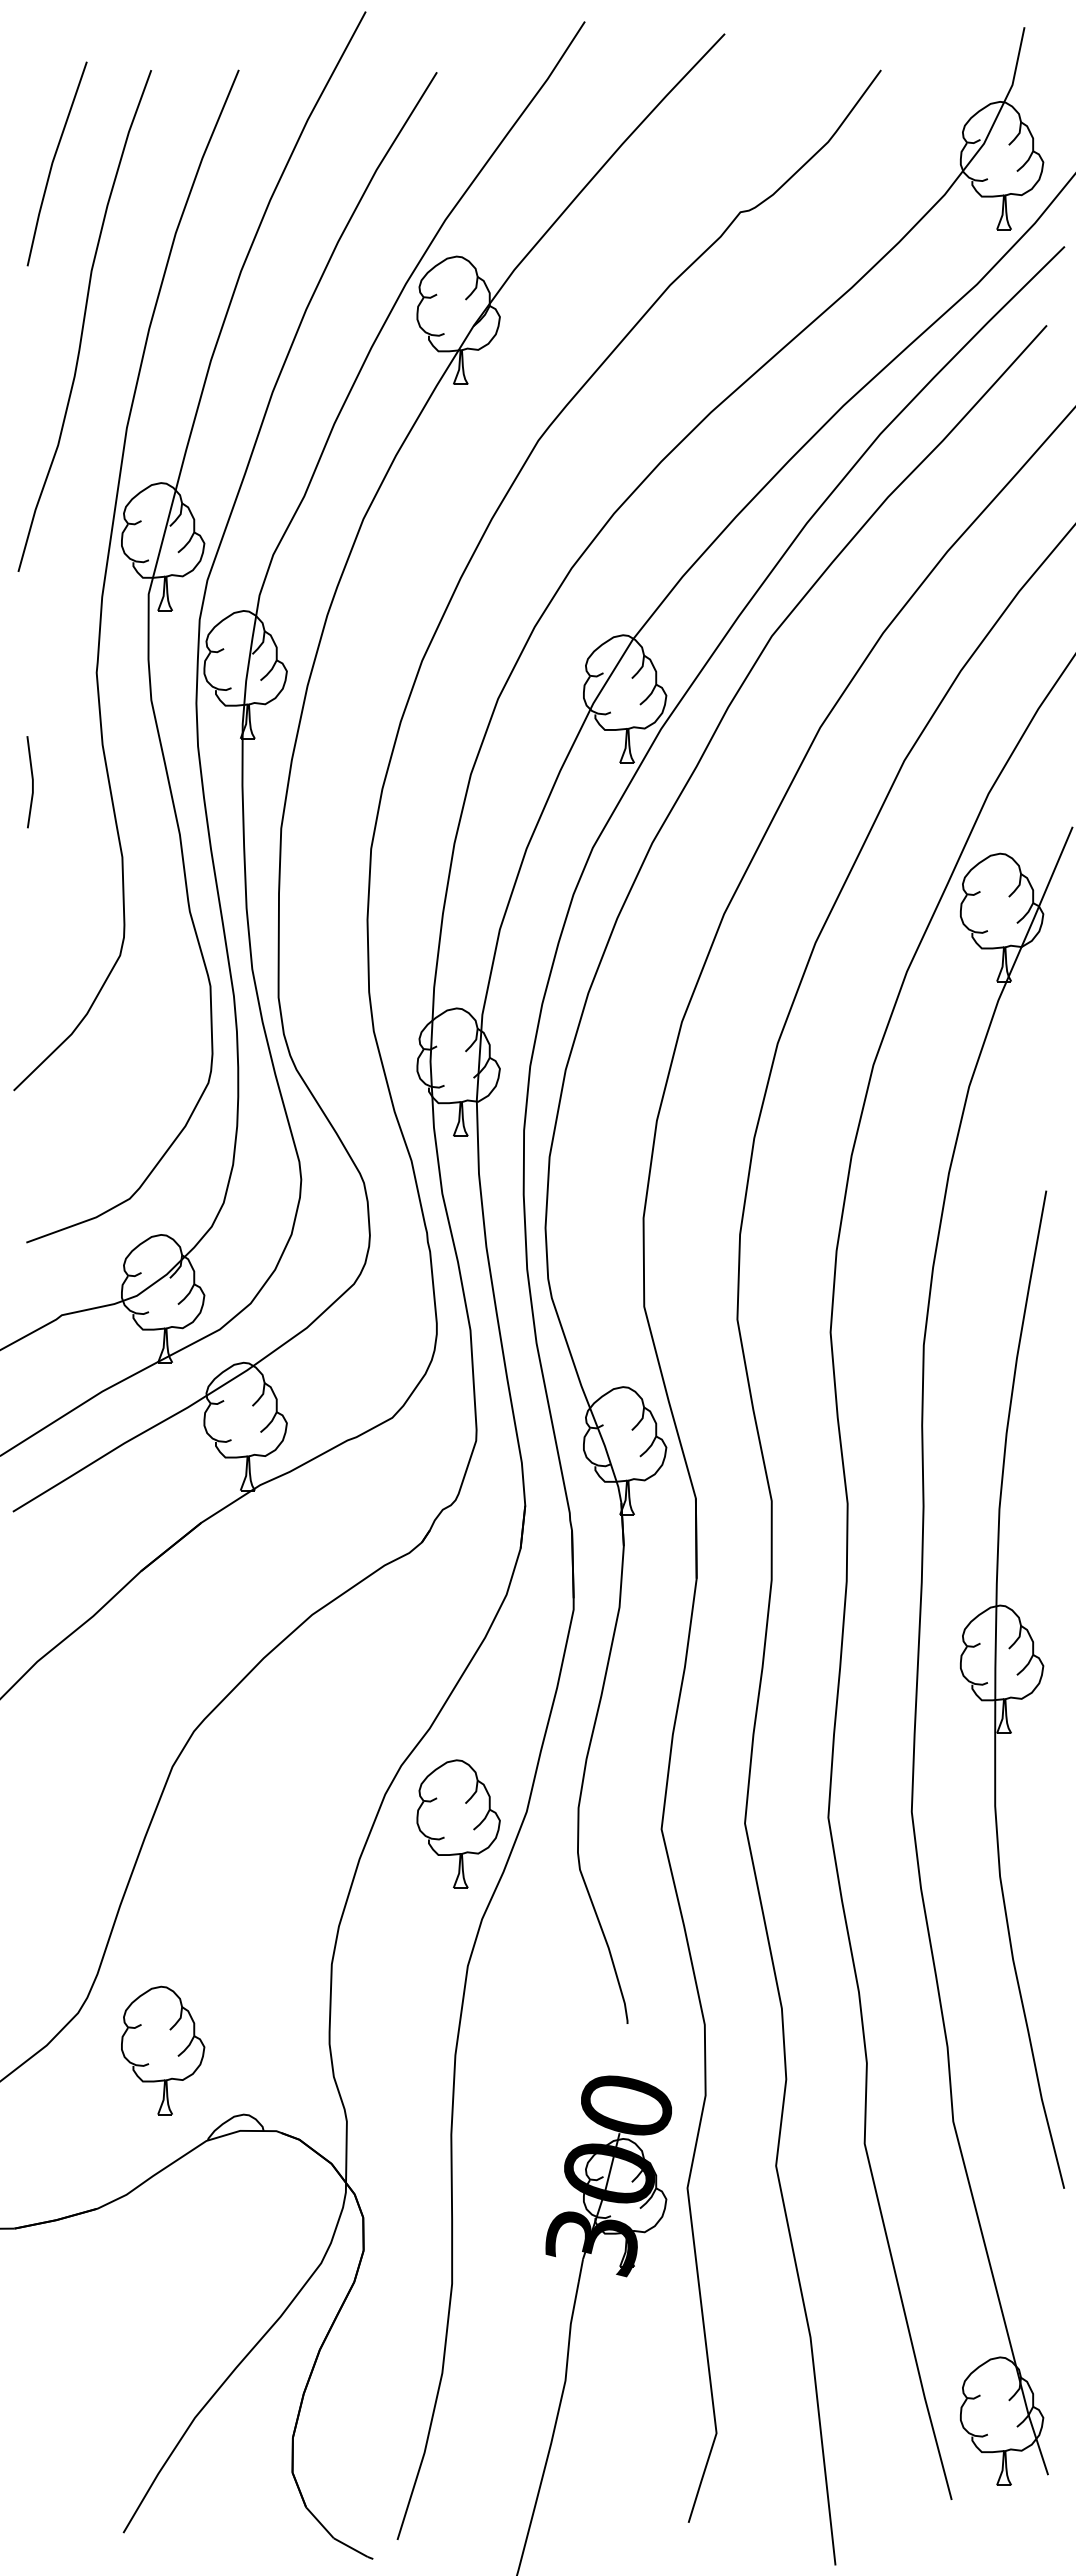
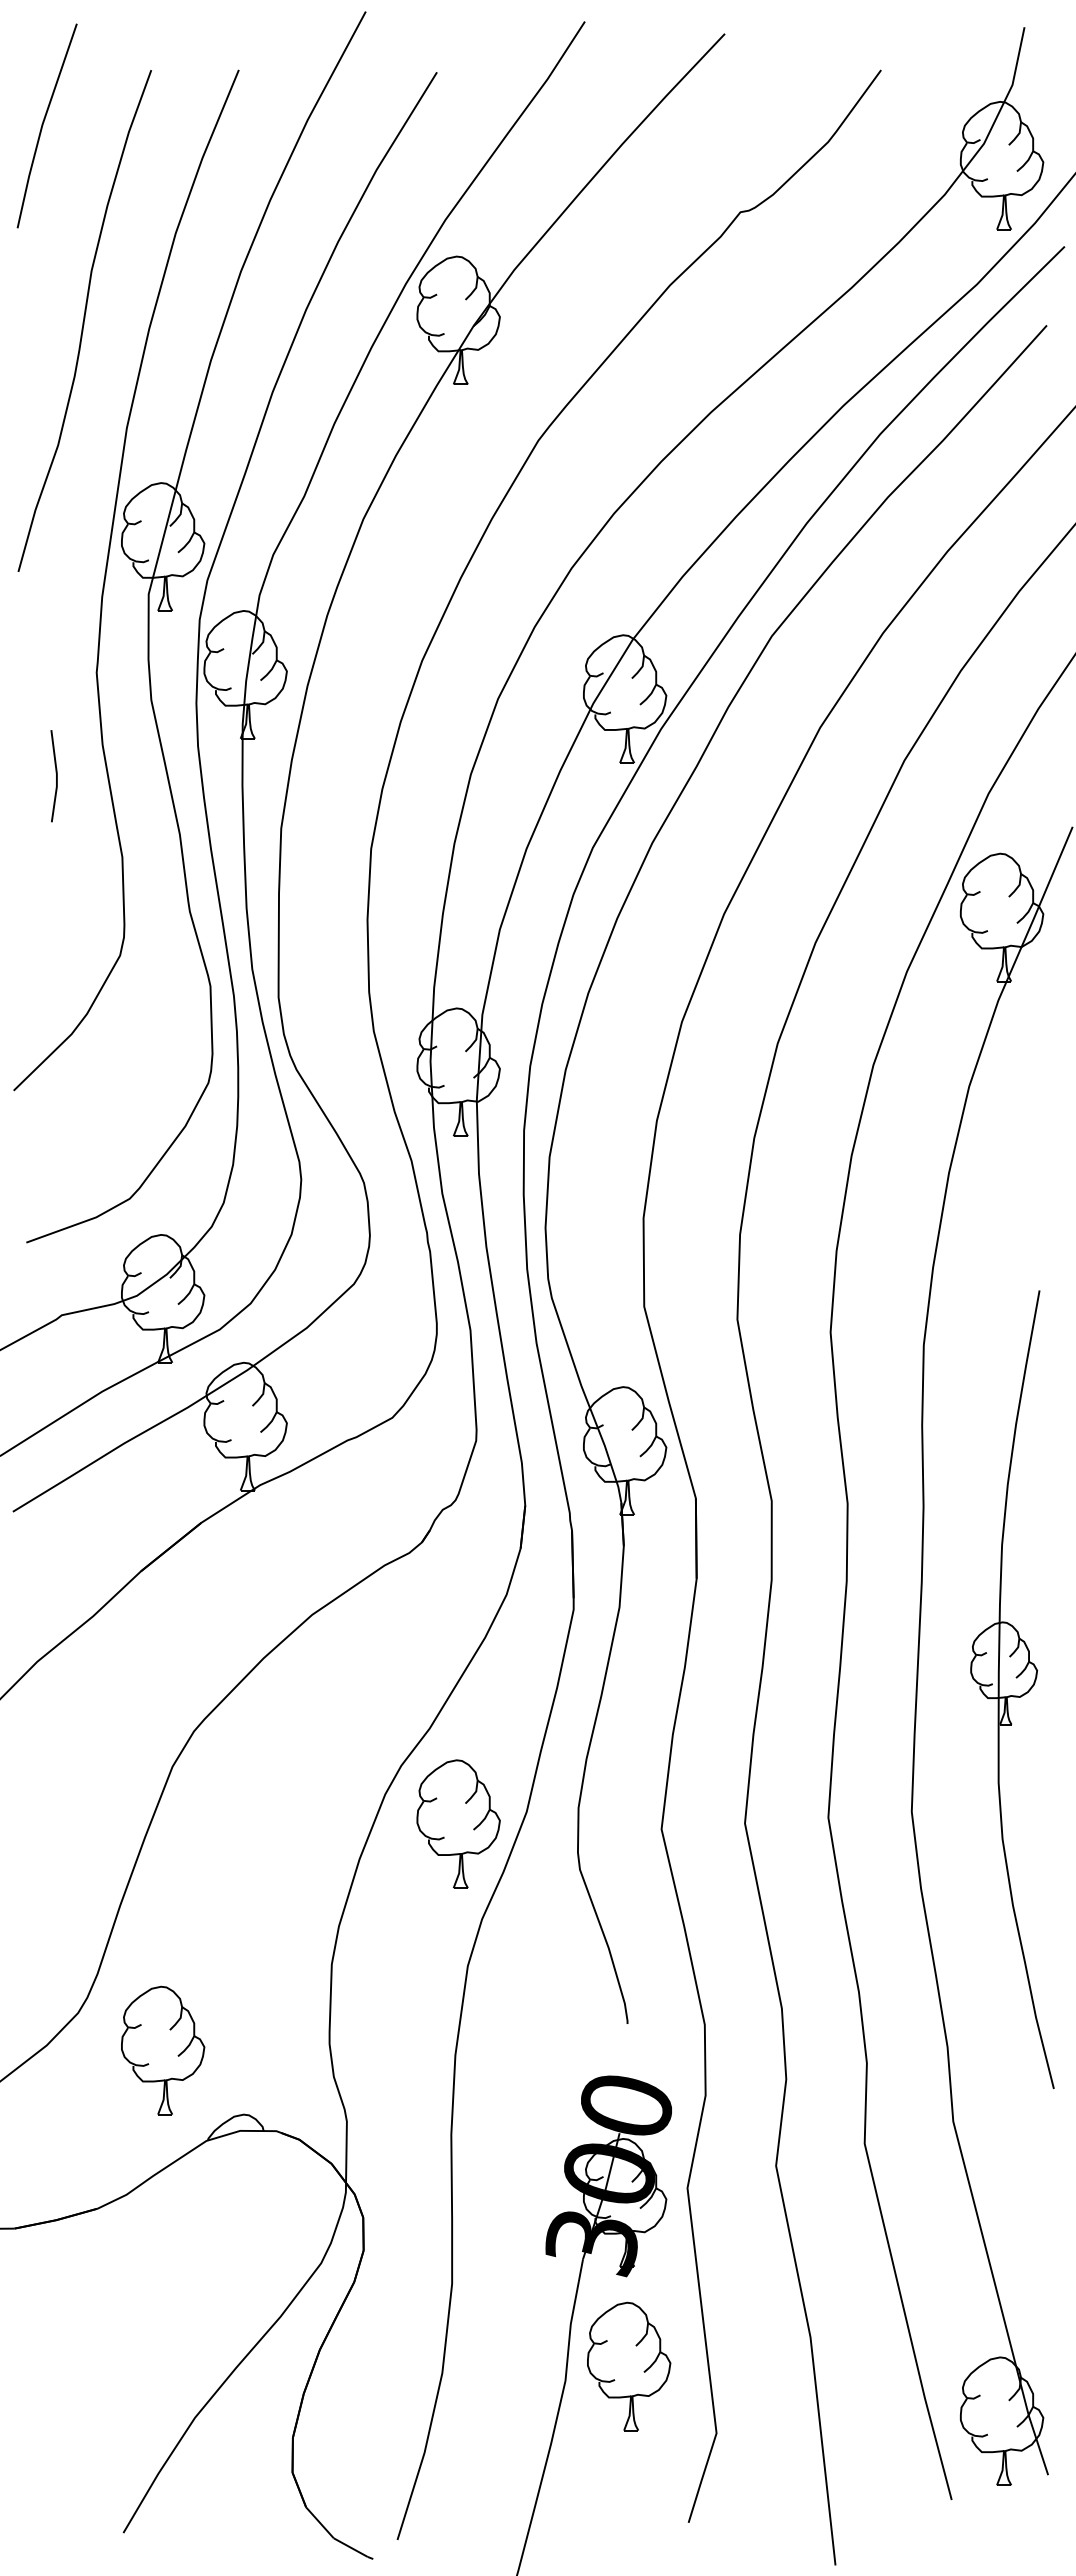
line at (53, 163) position: (53, 163) -> (43, 125)
line at (32, 782) position: (32, 782) -> (56, 776)
part at (1012, 1689) size: 105x999 px -> 85x799 px
part at (629, 2366): none -> present
